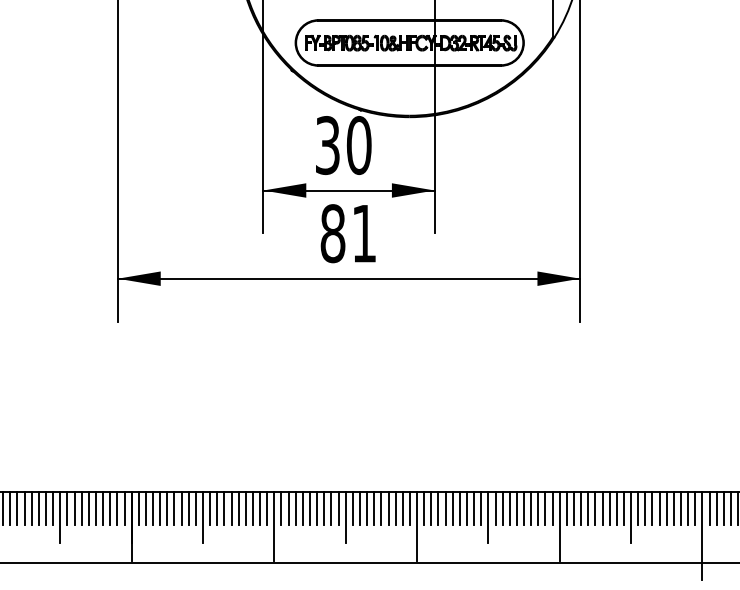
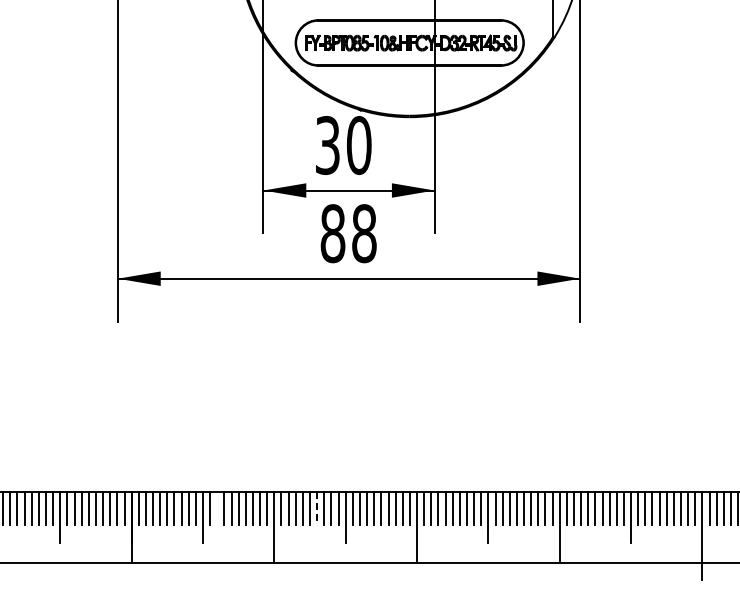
text at (364, 233): 81 -> 88
line at (217, 508): present -> none
line at (317, 509): solid -> dashed
